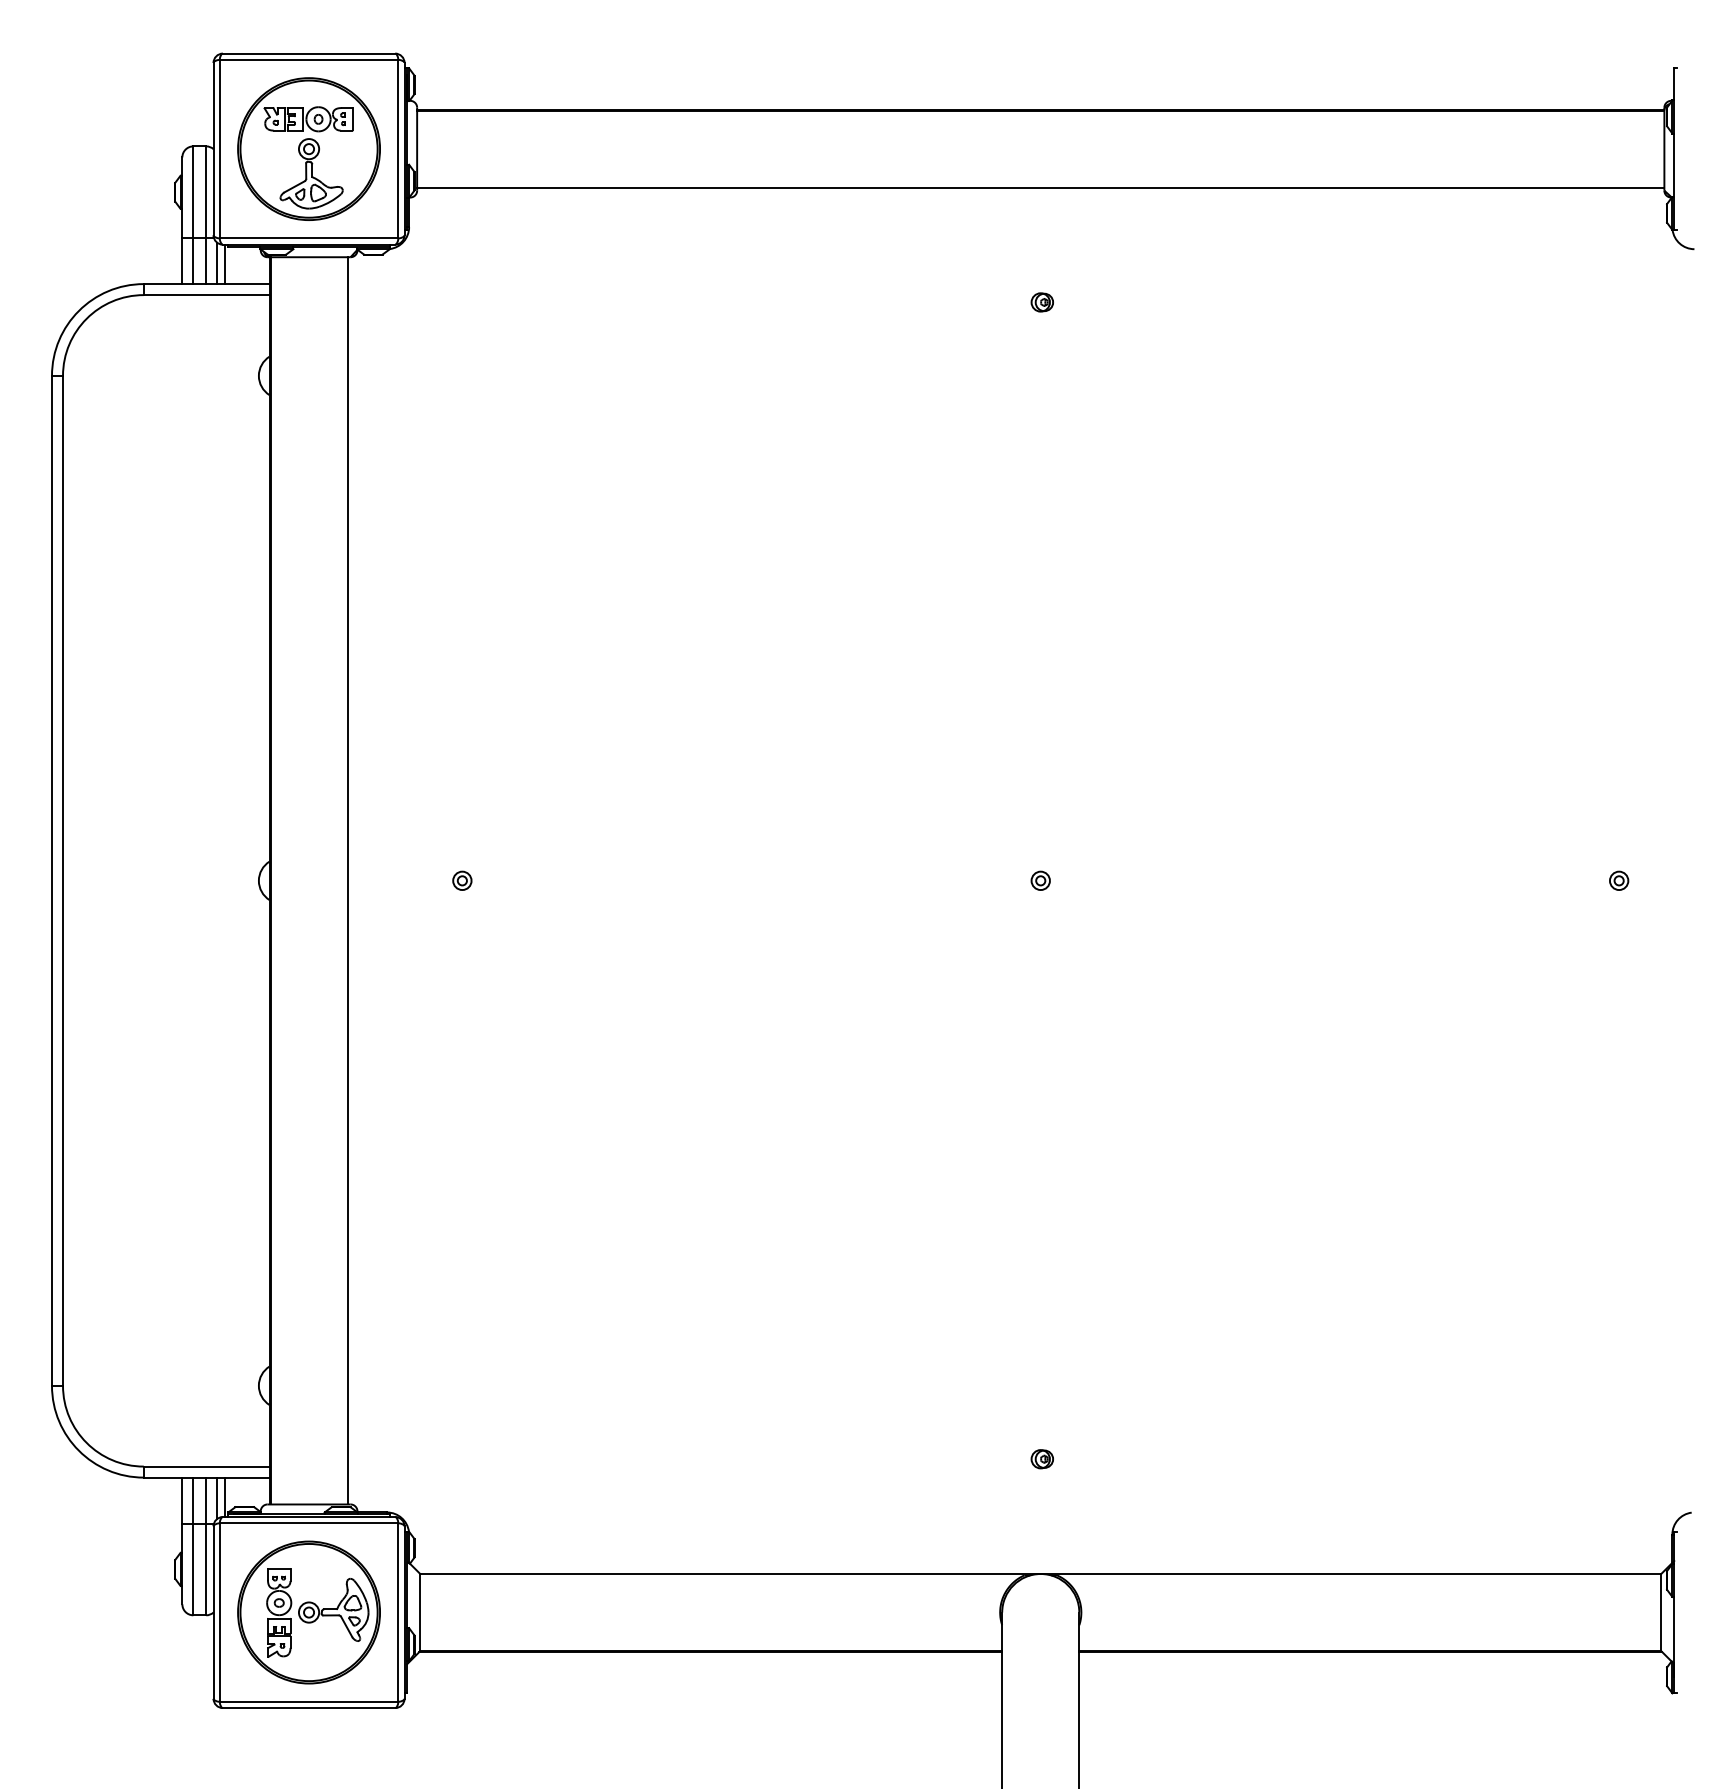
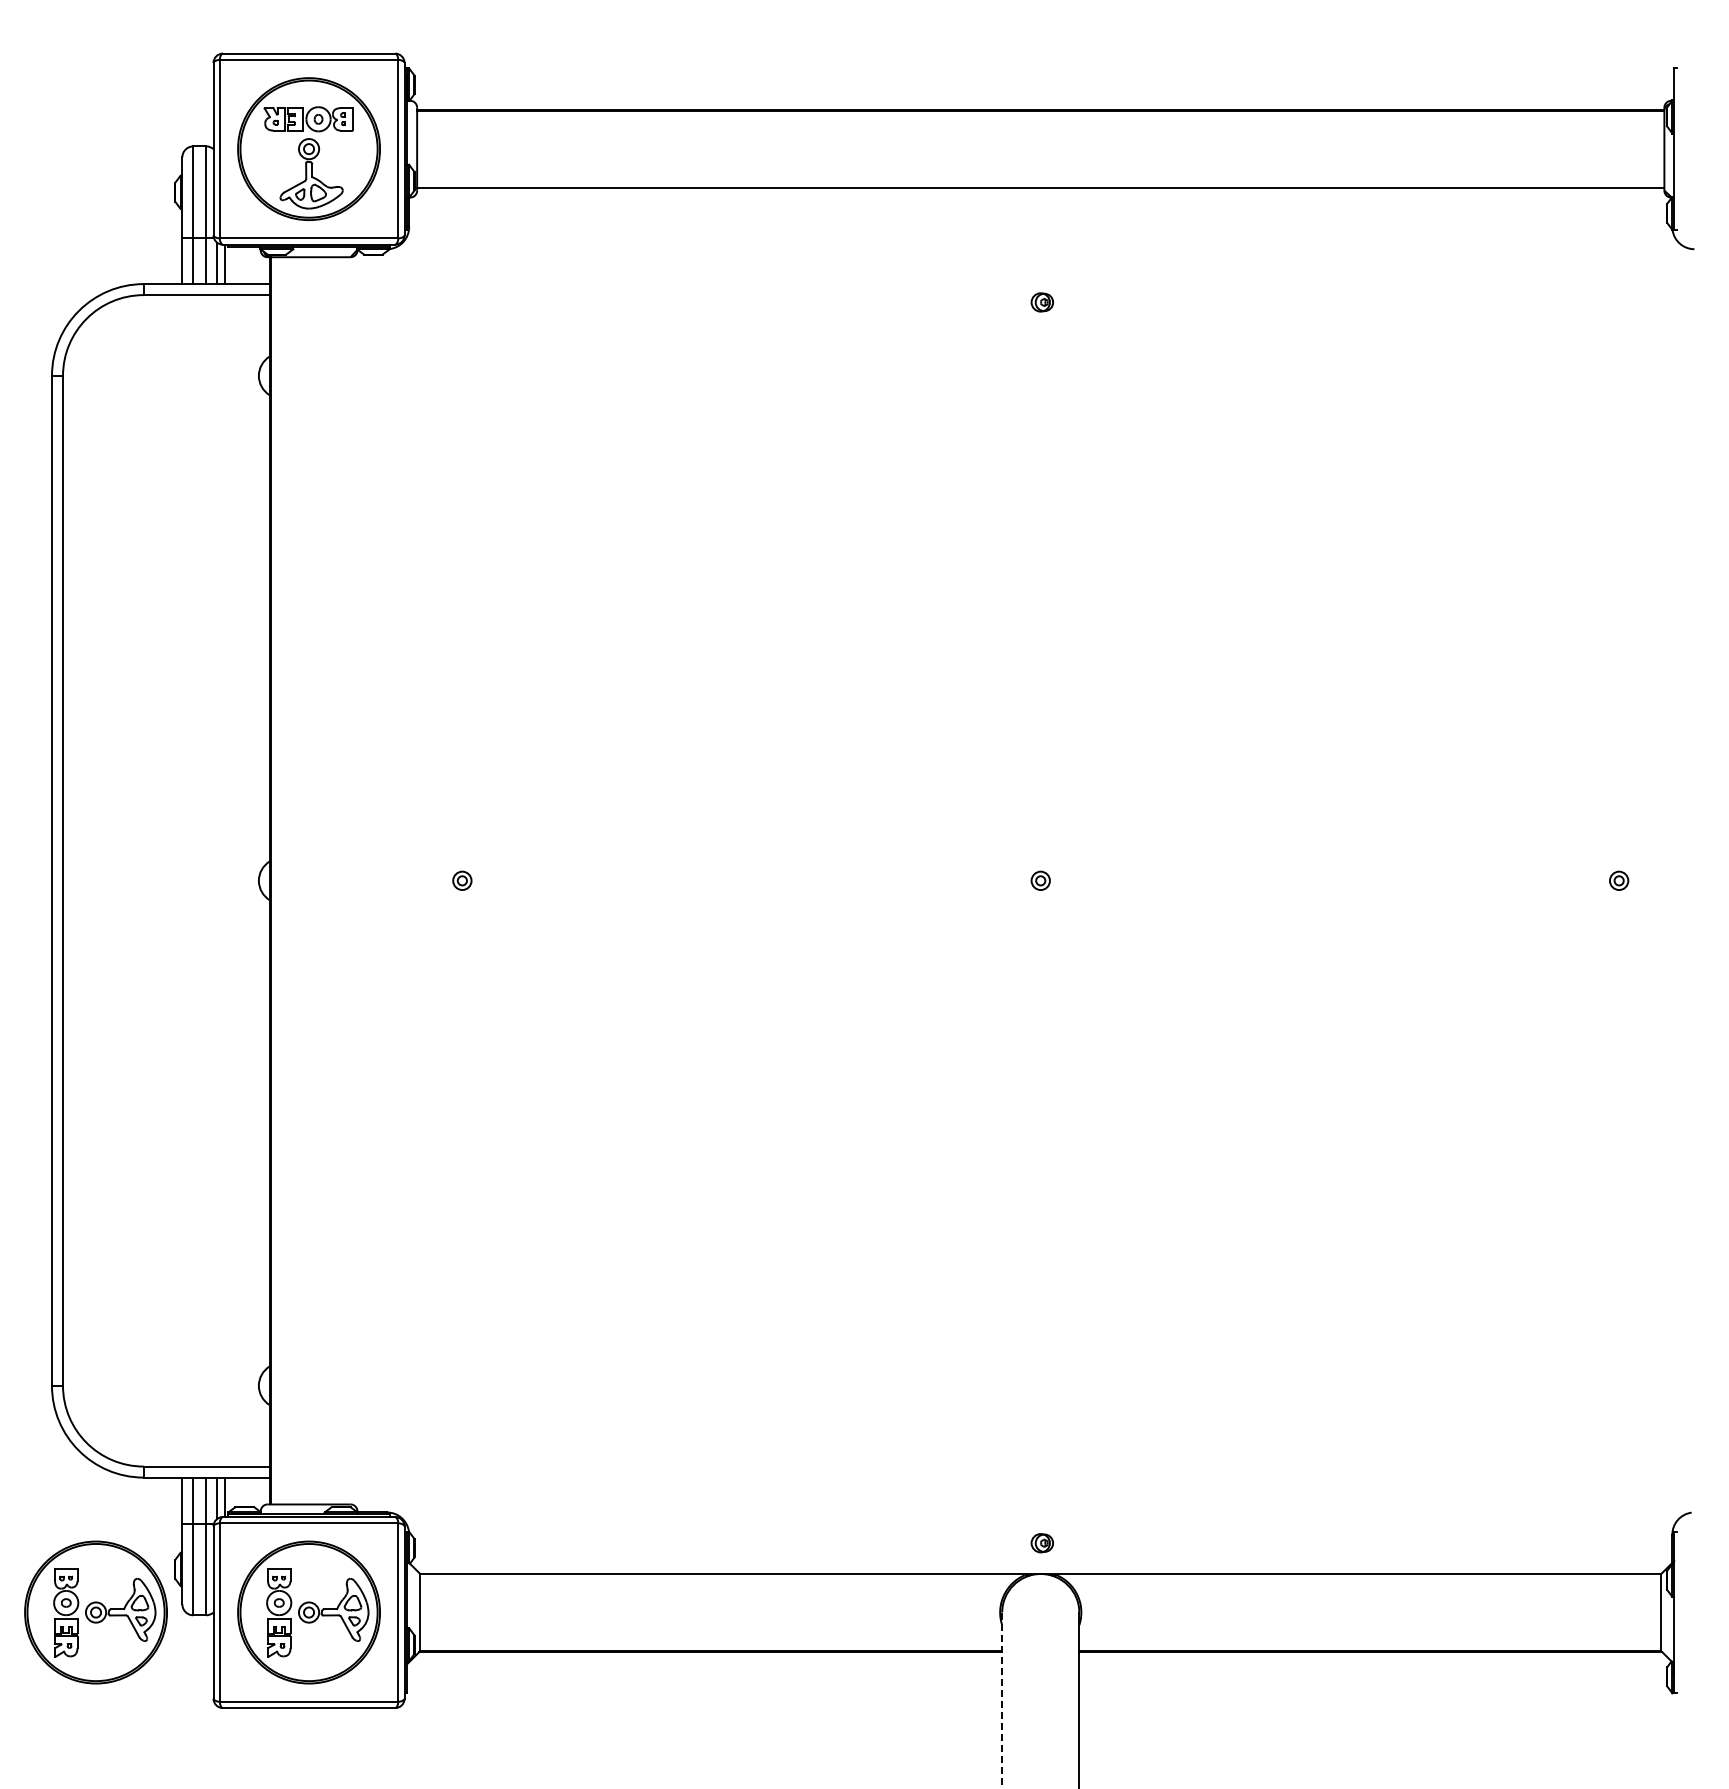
line at (347, 880): present -> none
part at (1041, 1459) position: (1041, 1459) -> (1041, 1543)
part at (95, 1612): none -> present
line at (1002, 1700): solid -> dashed
